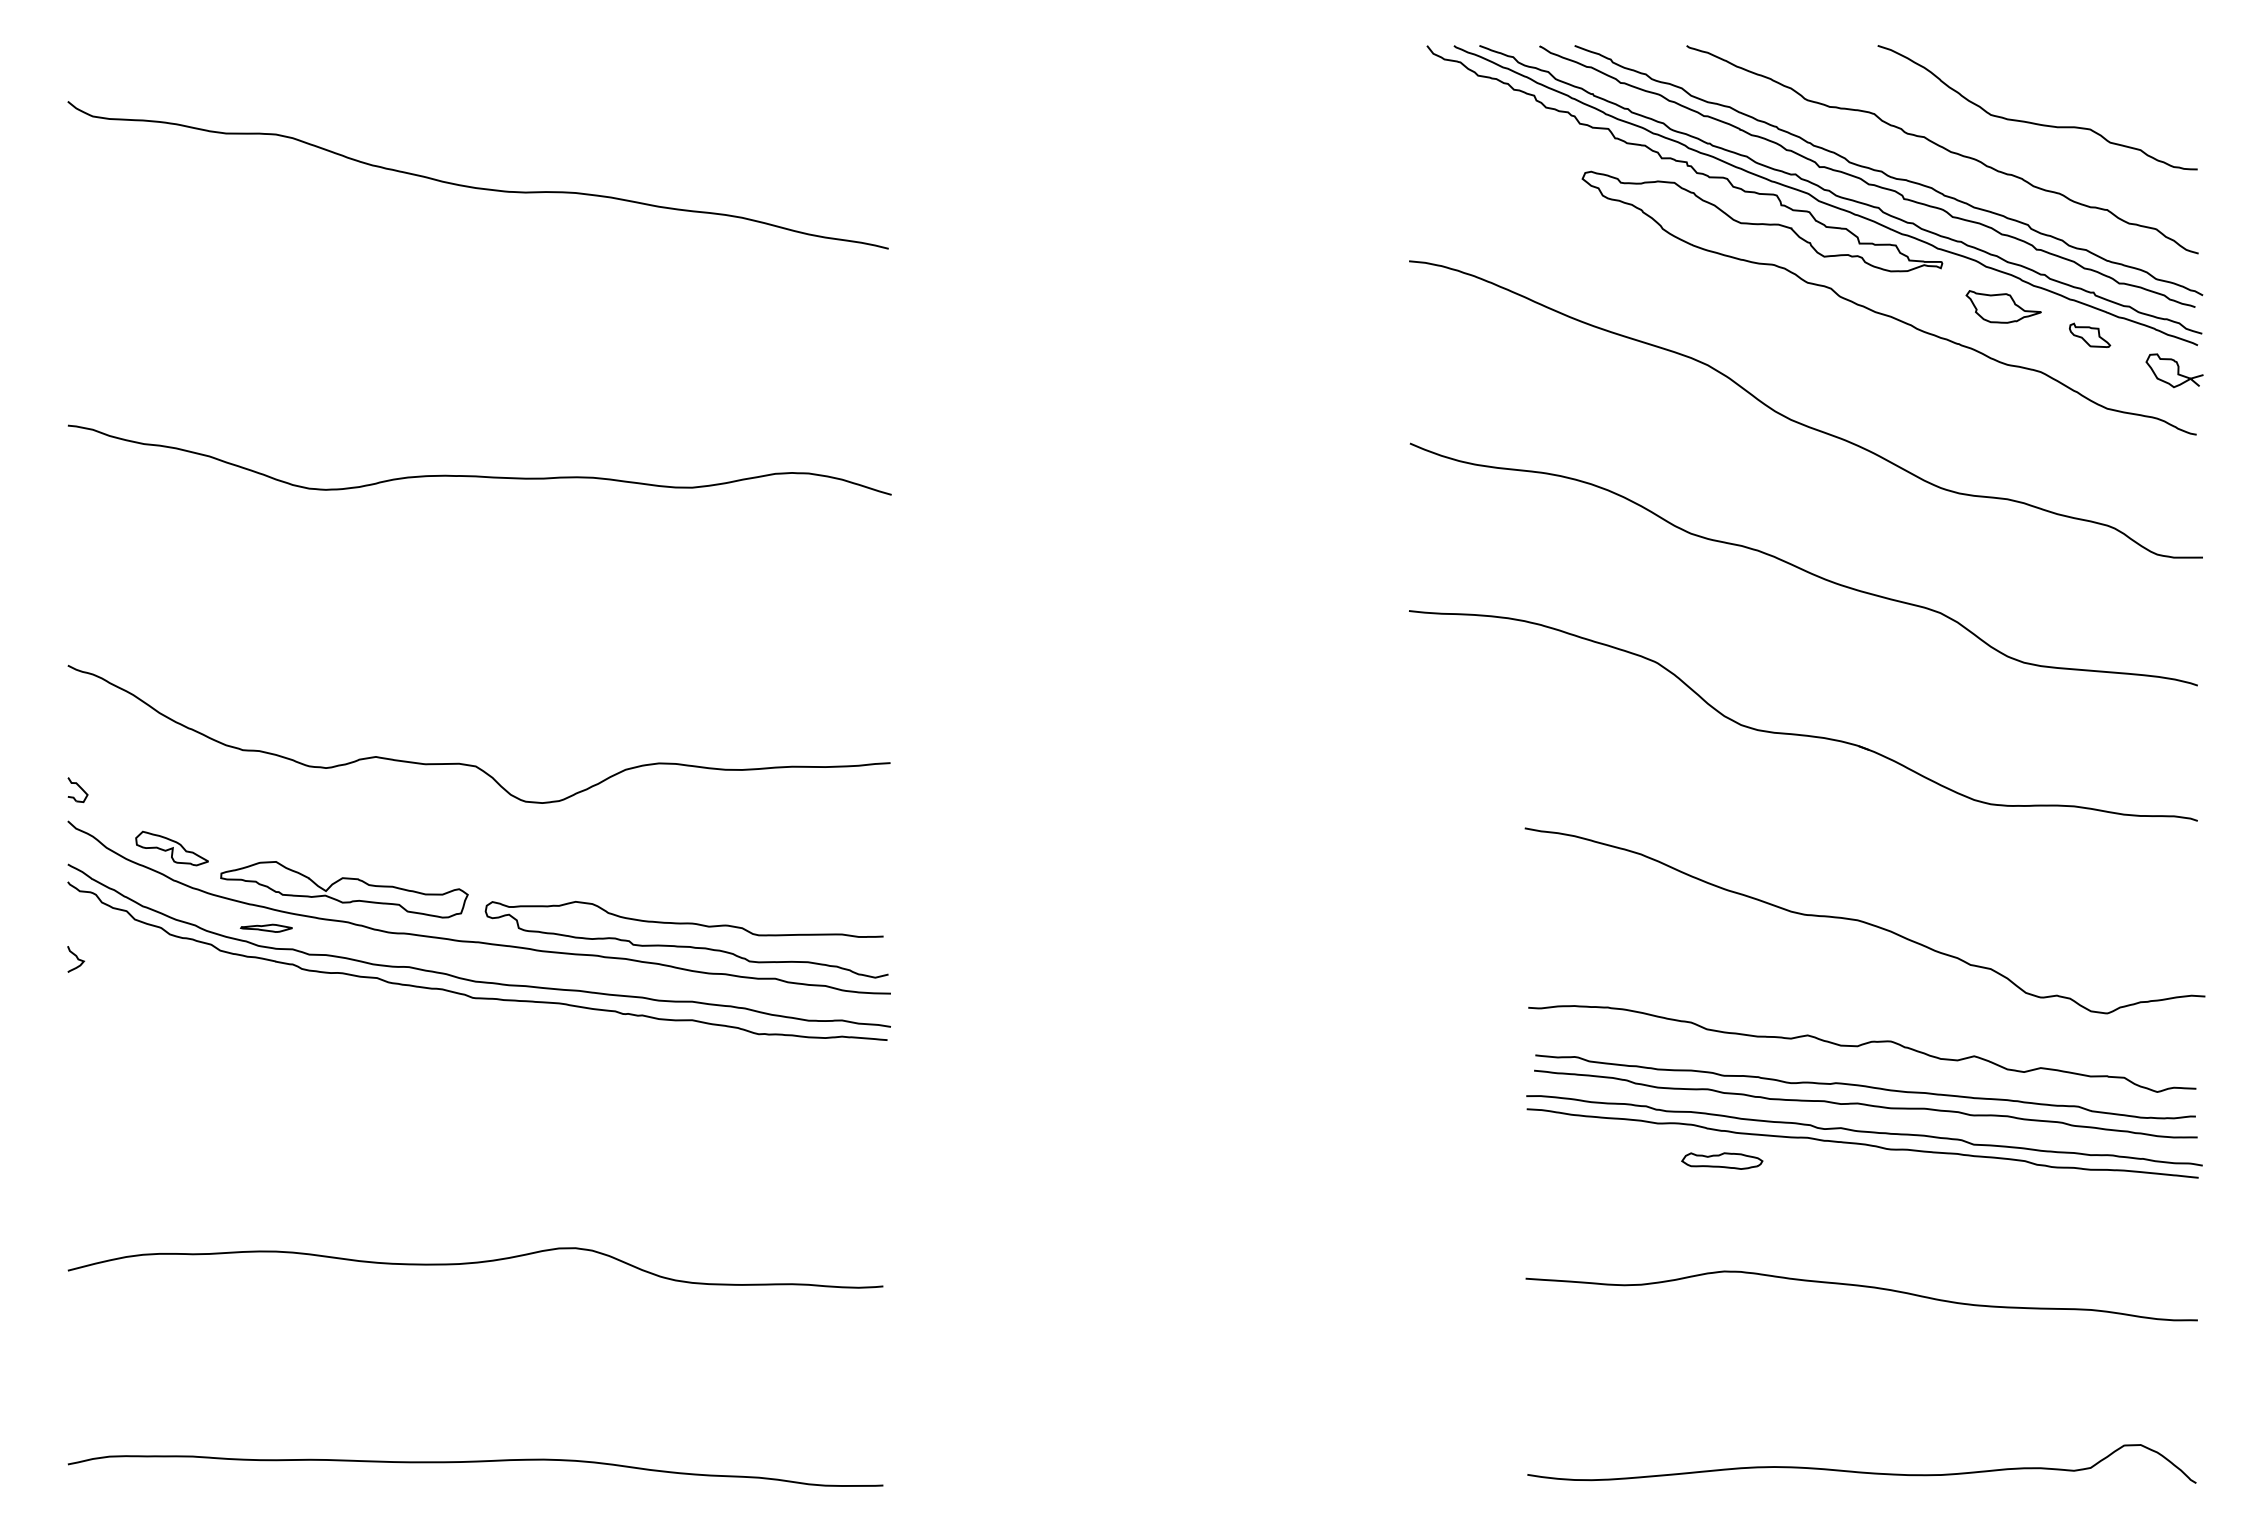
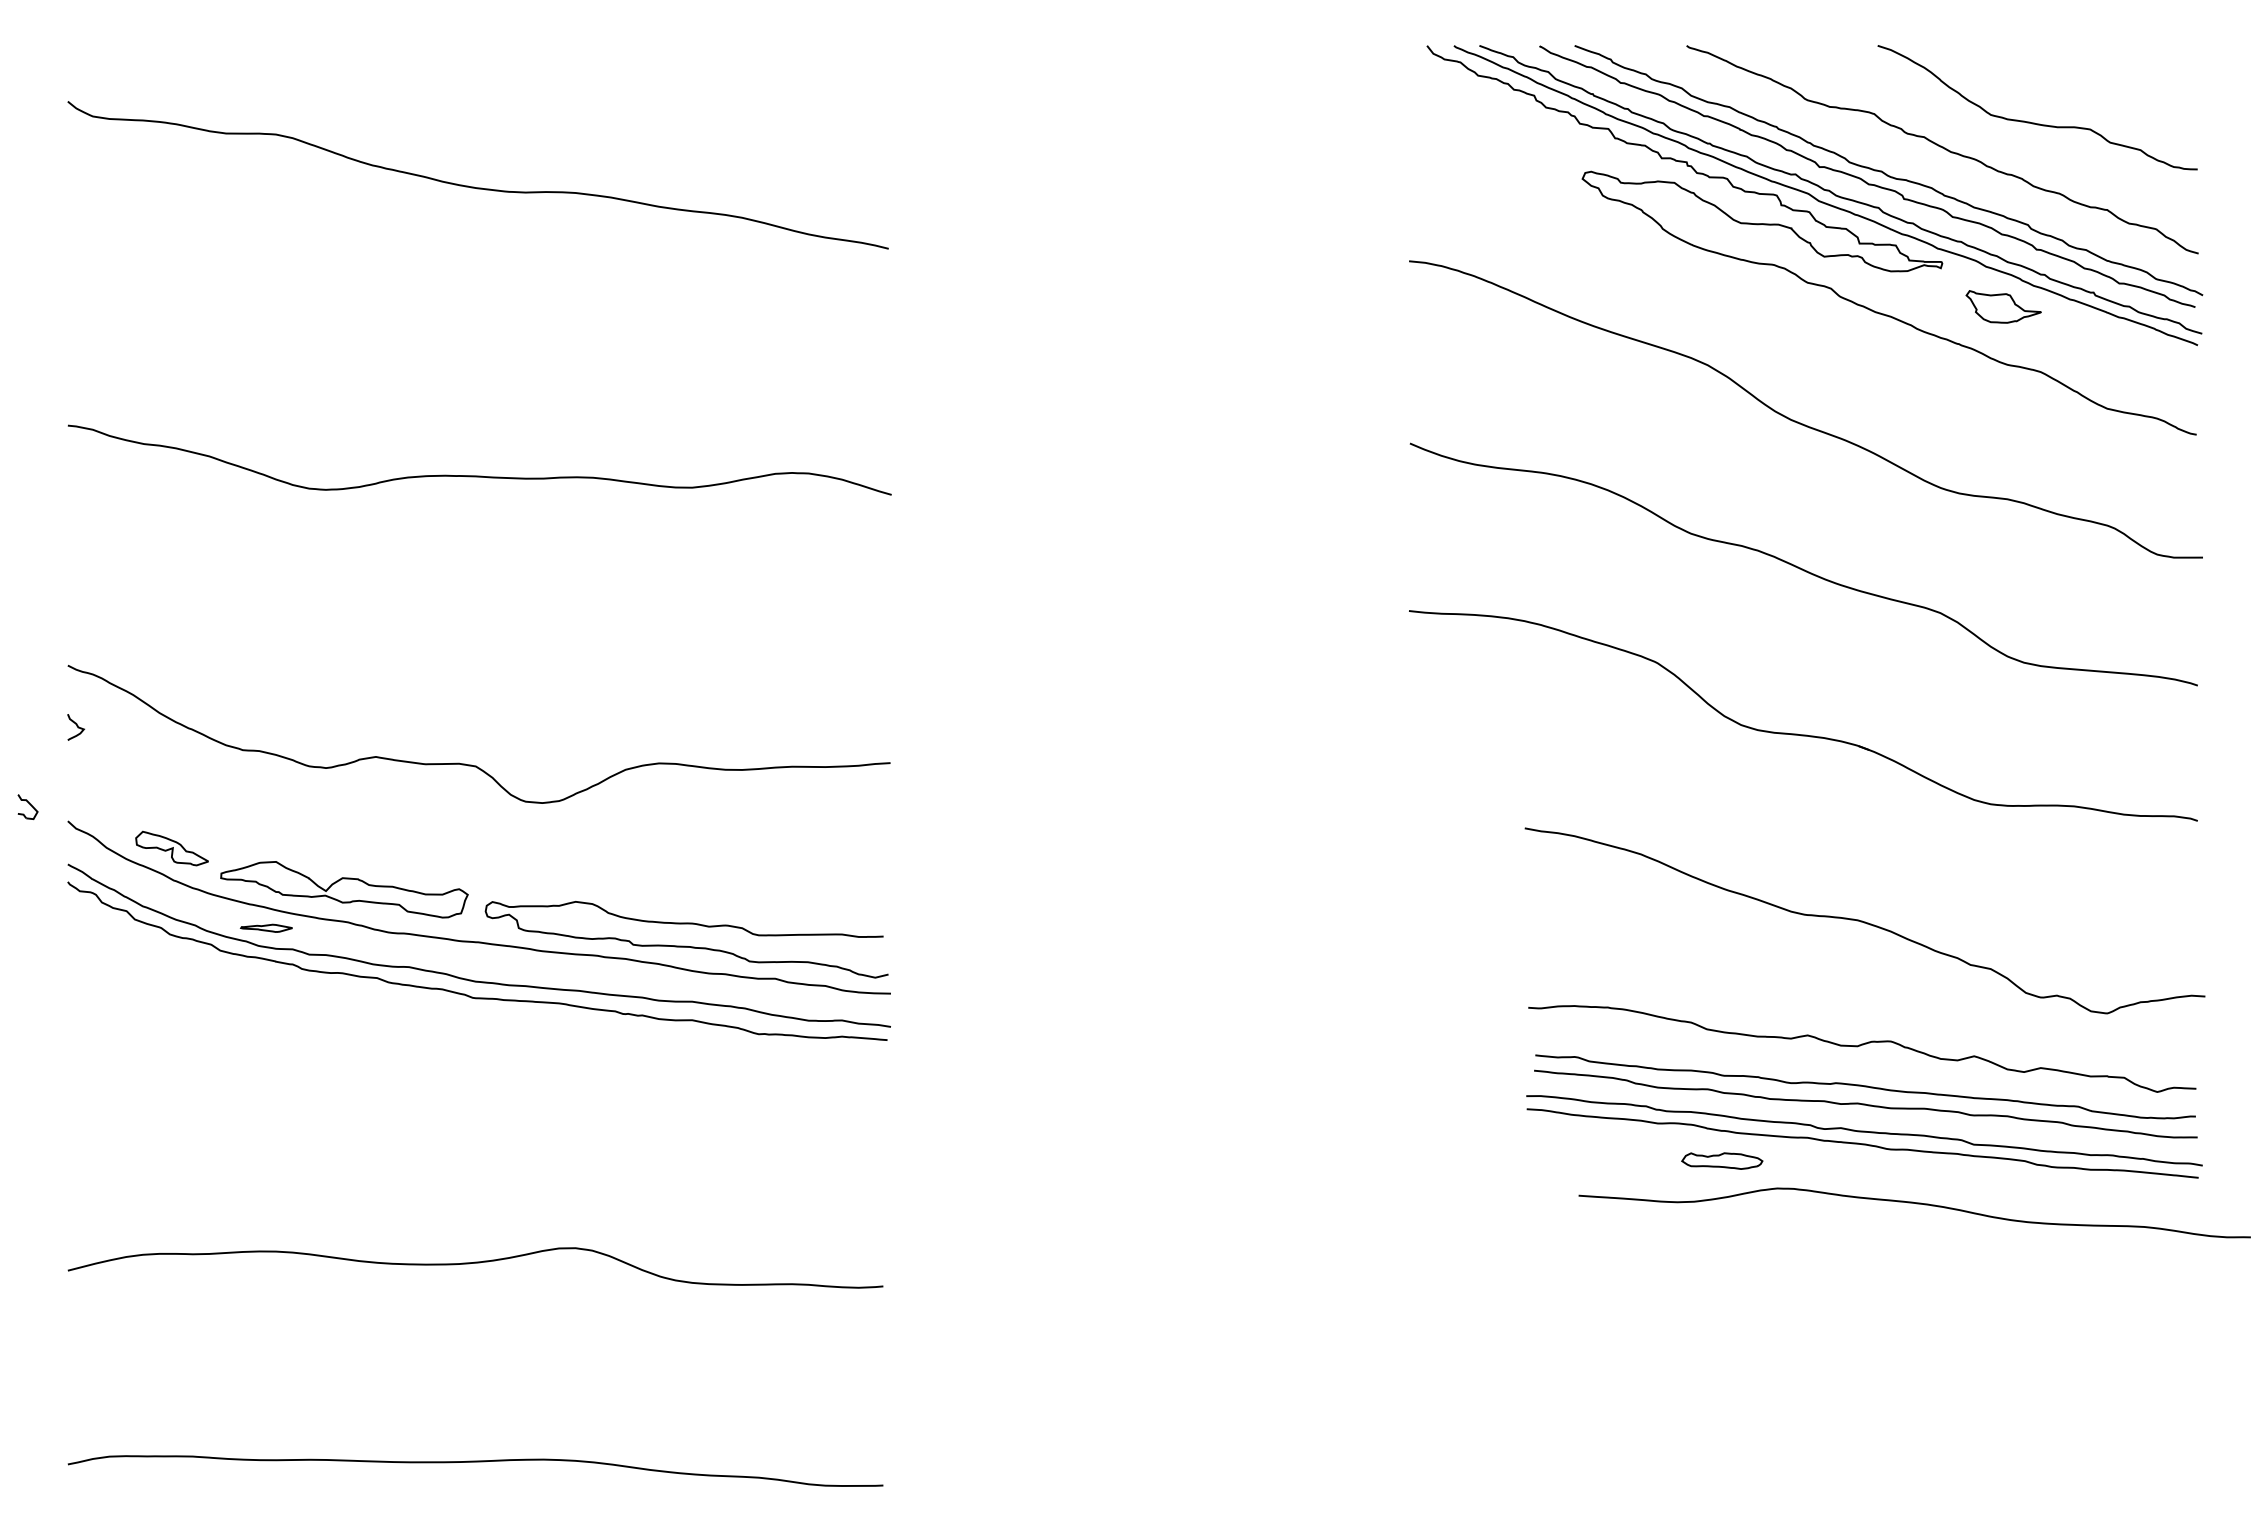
part at (2090, 334): present -> none
curve at (2177, 370): present -> none
part at (77, 790) position: (77, 790) -> (27, 807)
curve at (76, 958) position: (76, 958) -> (76, 726)
curve at (1863, 1287) position: (1863, 1287) -> (1916, 1204)
curve at (1861, 1471): present -> none
